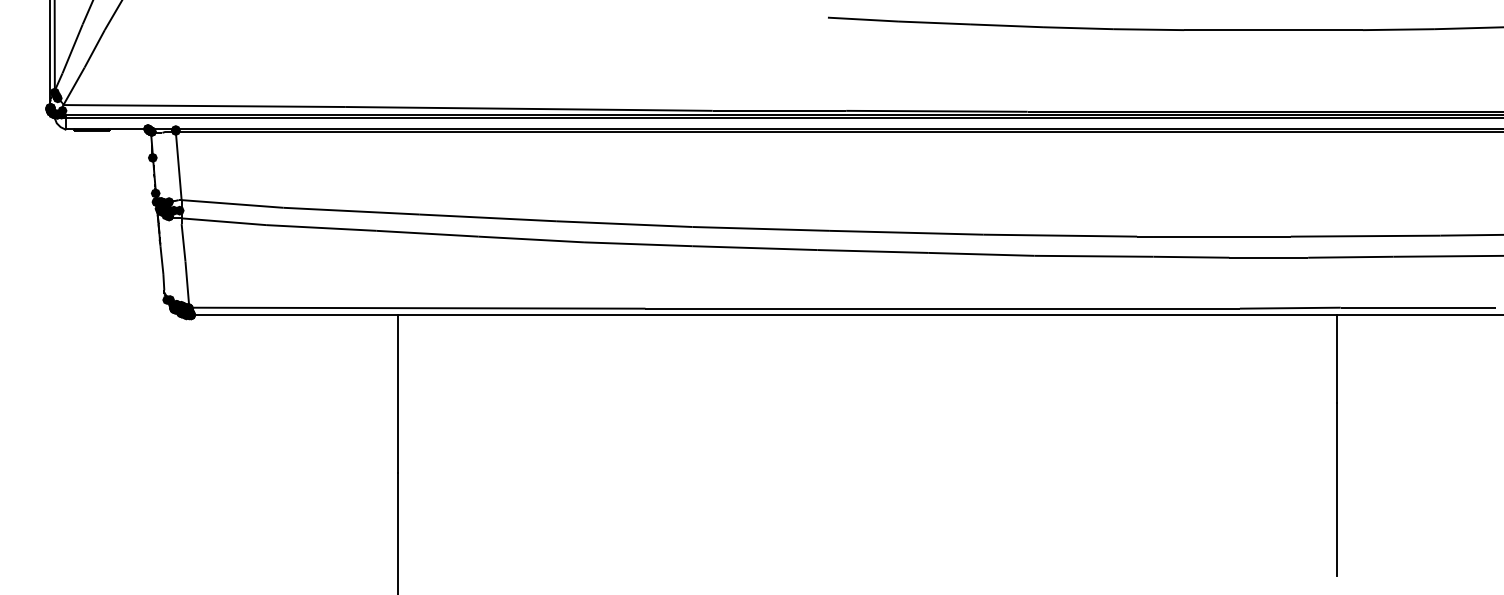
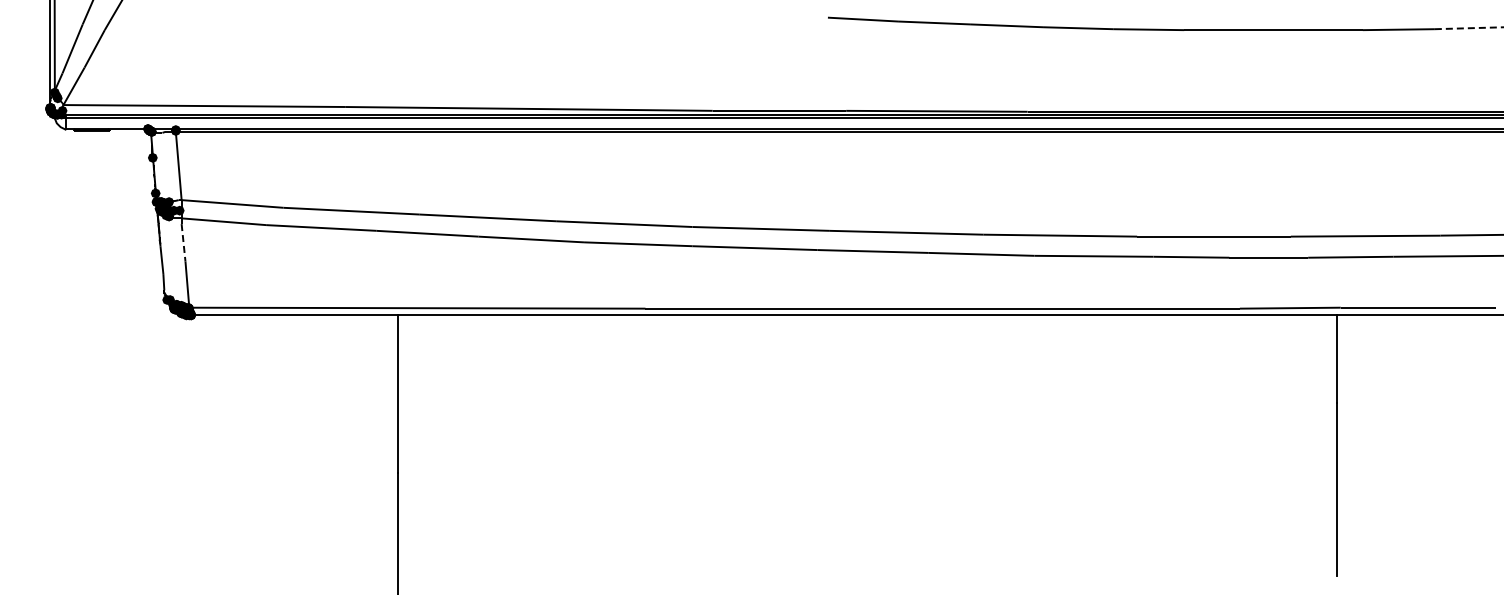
line at (1469, 28): solid -> dashed
line at (183, 242): solid -> dashed
